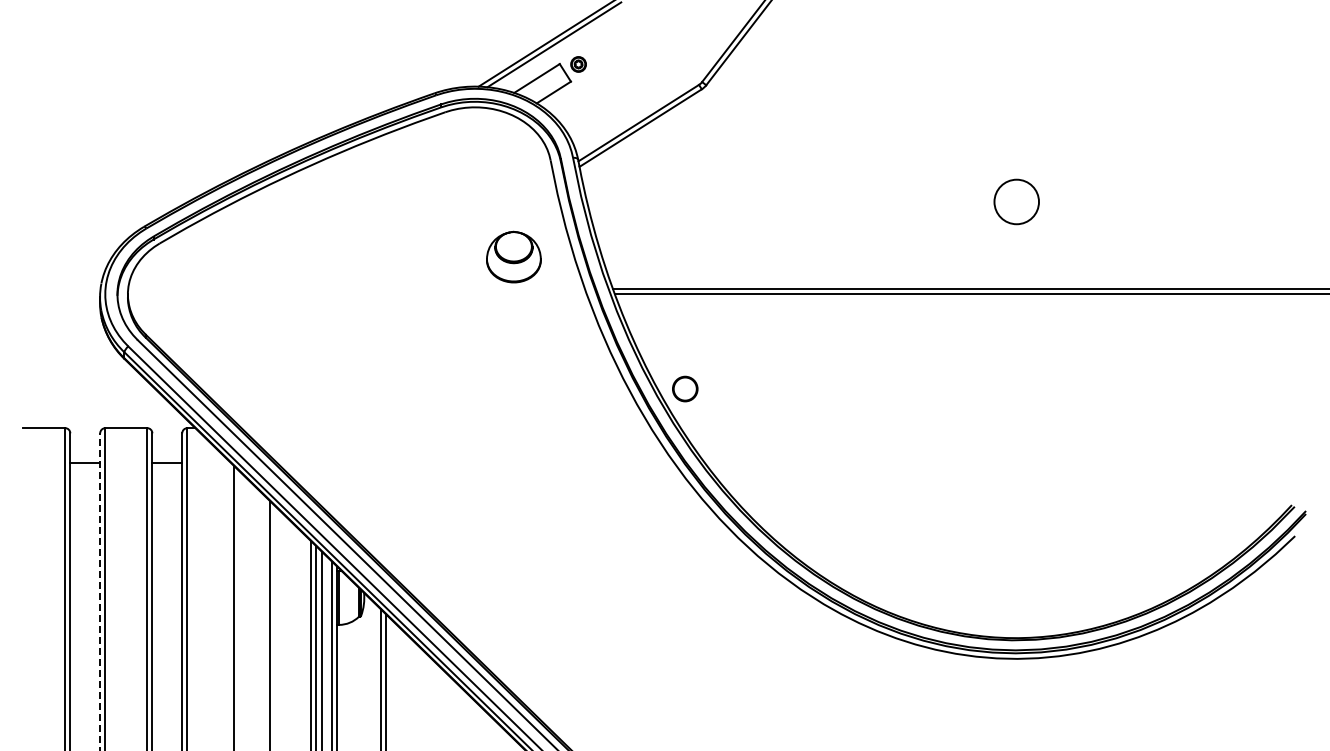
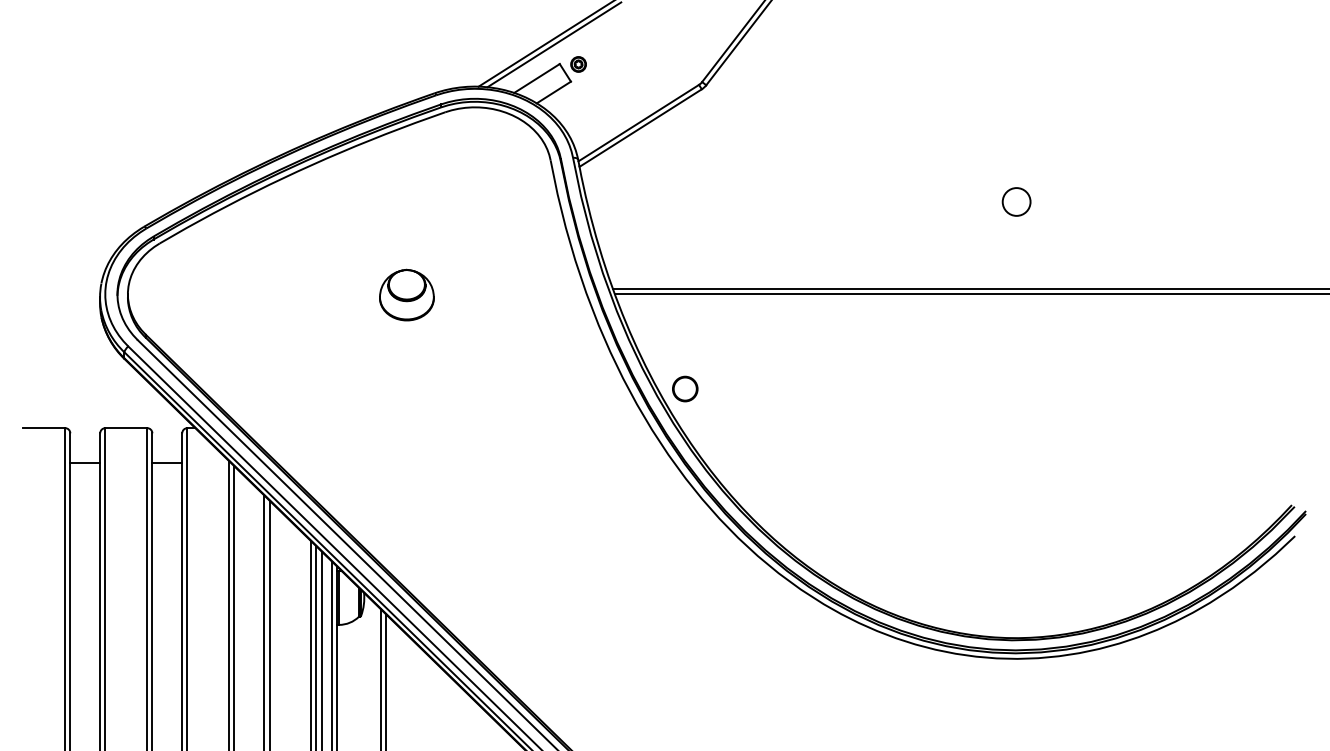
circle at (1016, 201) size: 47x48 px -> 31x30 px
part at (513, 256) position: (513, 256) -> (406, 294)
line at (100, 591): dashed -> solid
line at (229, 604): none -> present
line at (264, 621): none -> present
